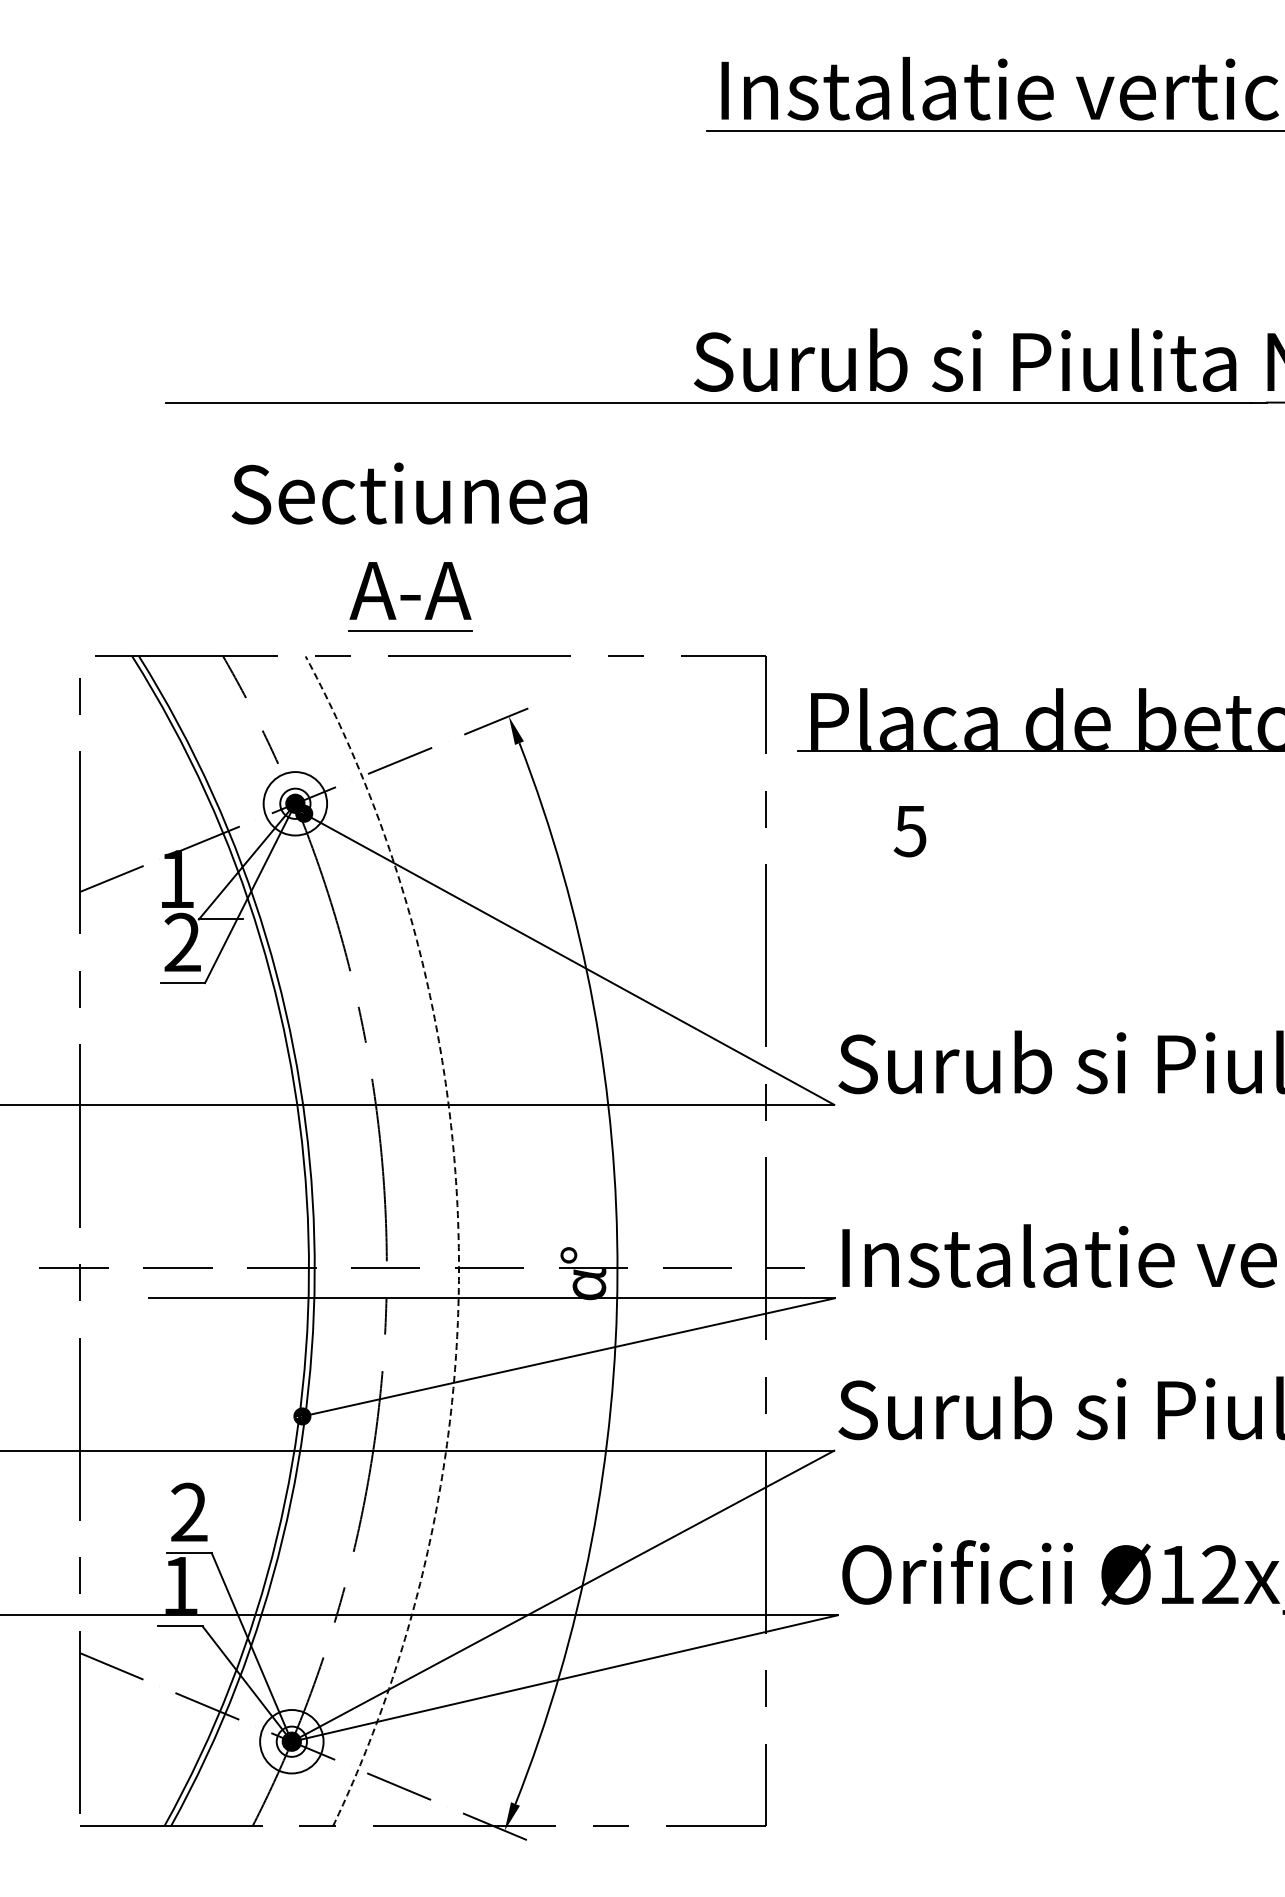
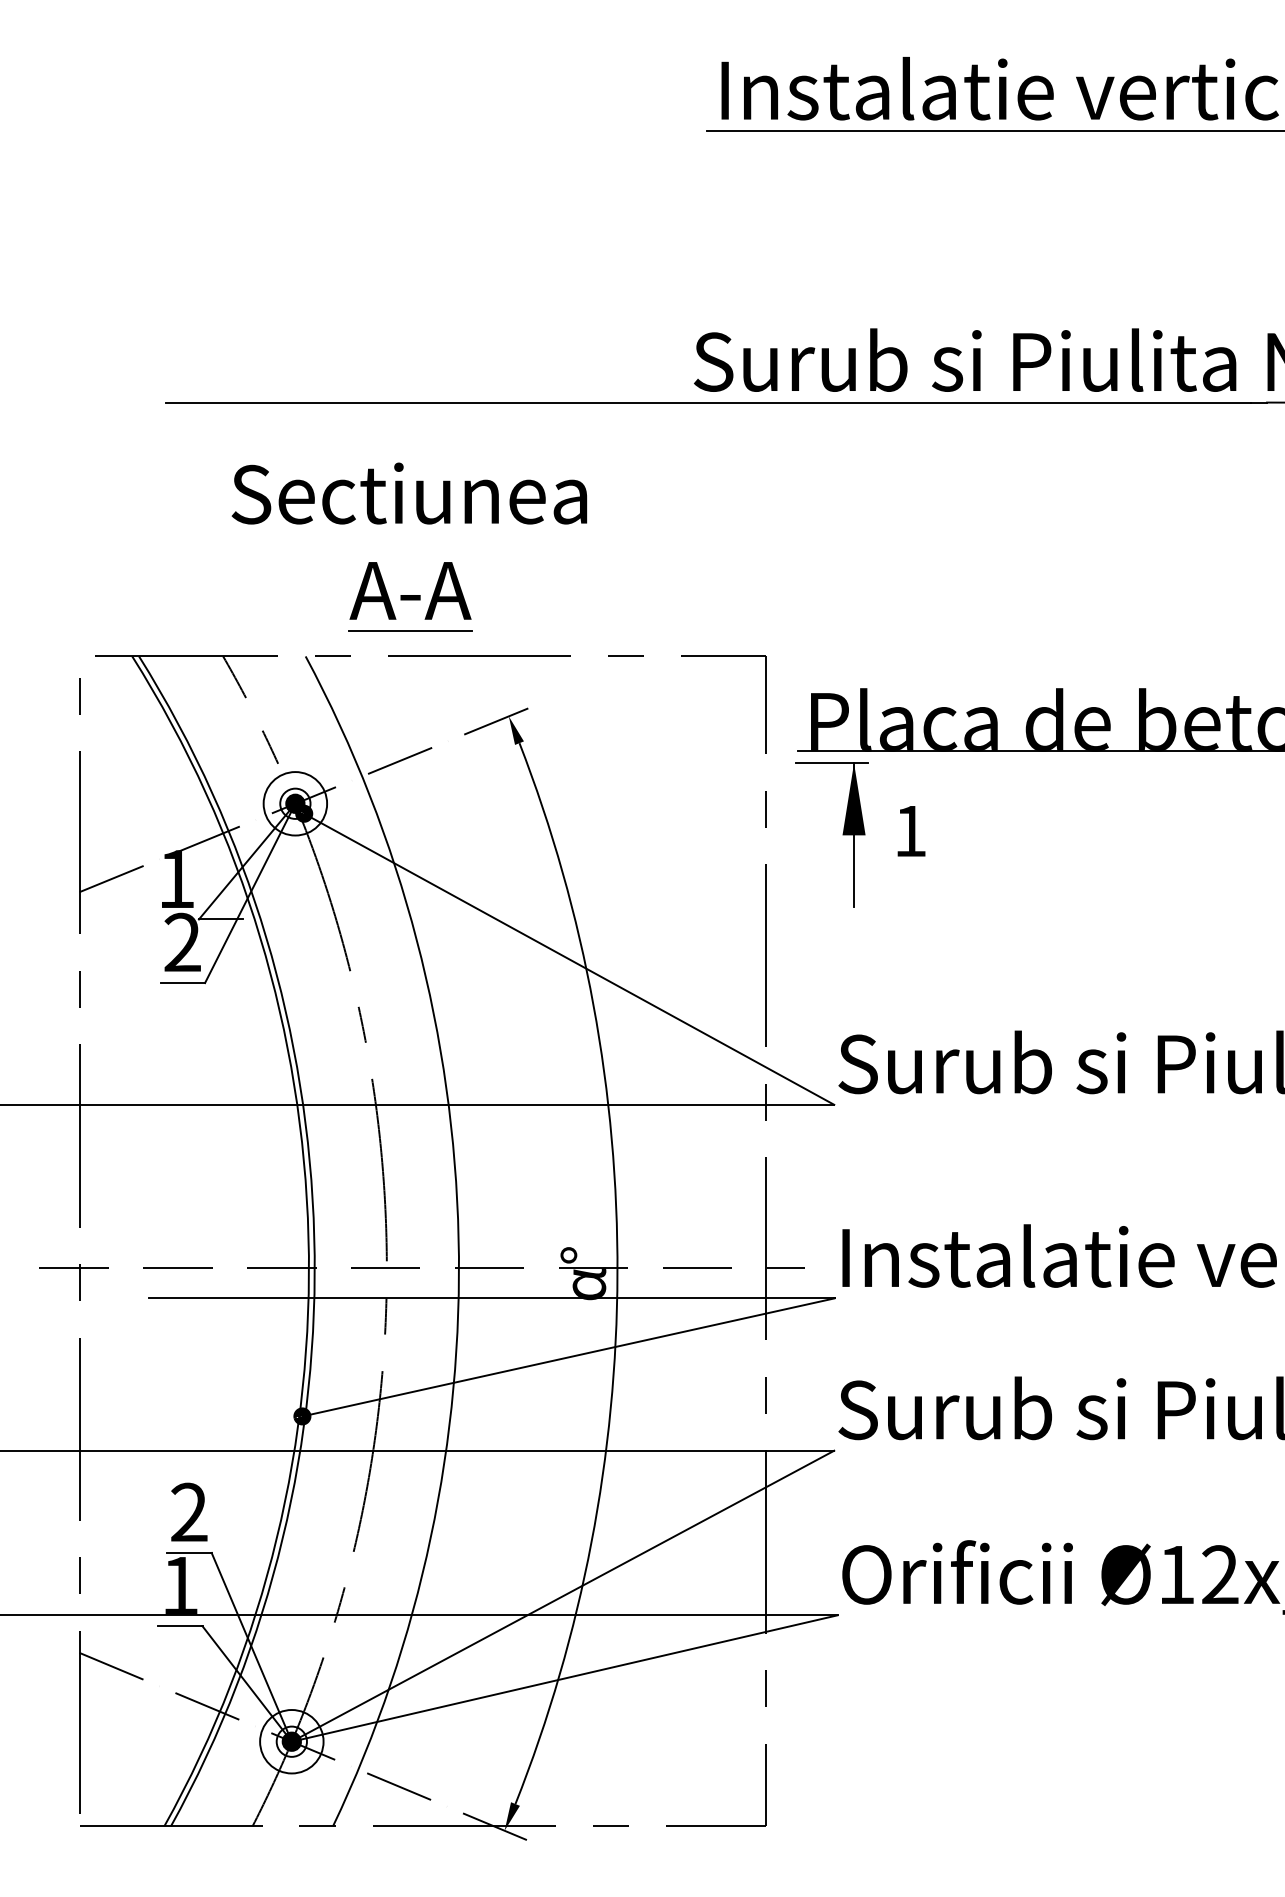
text at (909, 831): 5 -> 1
part at (842, 834): none -> present
arc at (458, 1238): dashed -> solid
